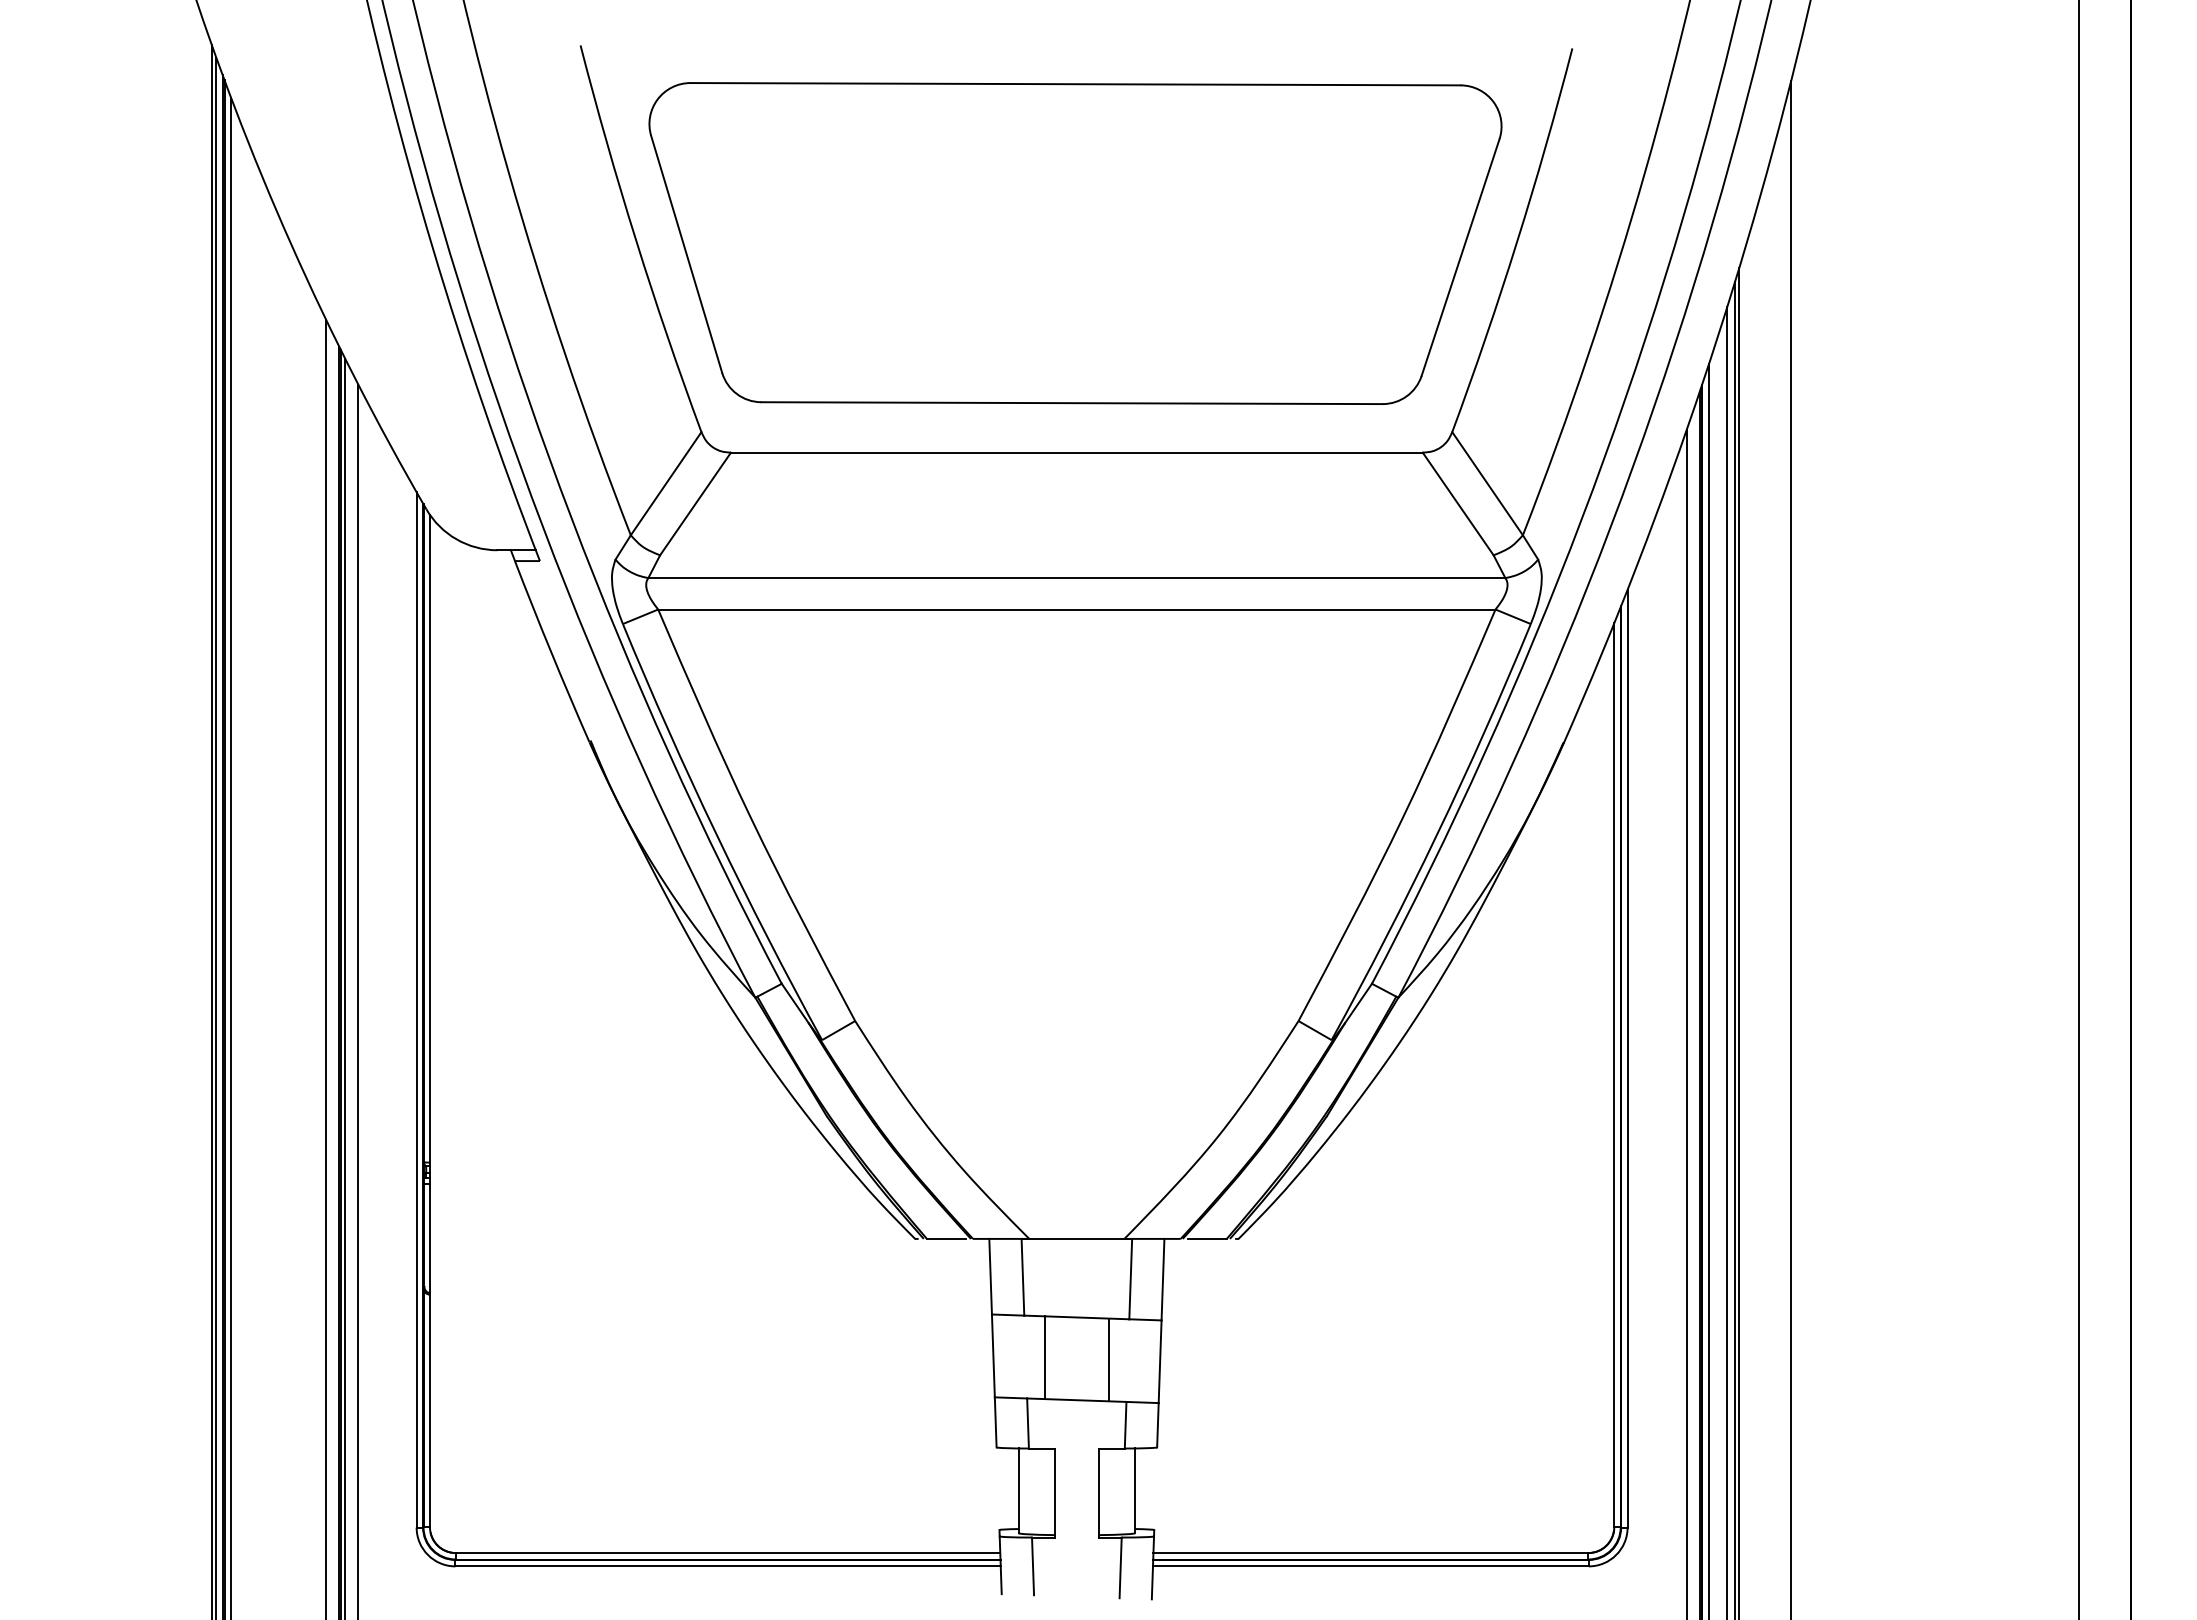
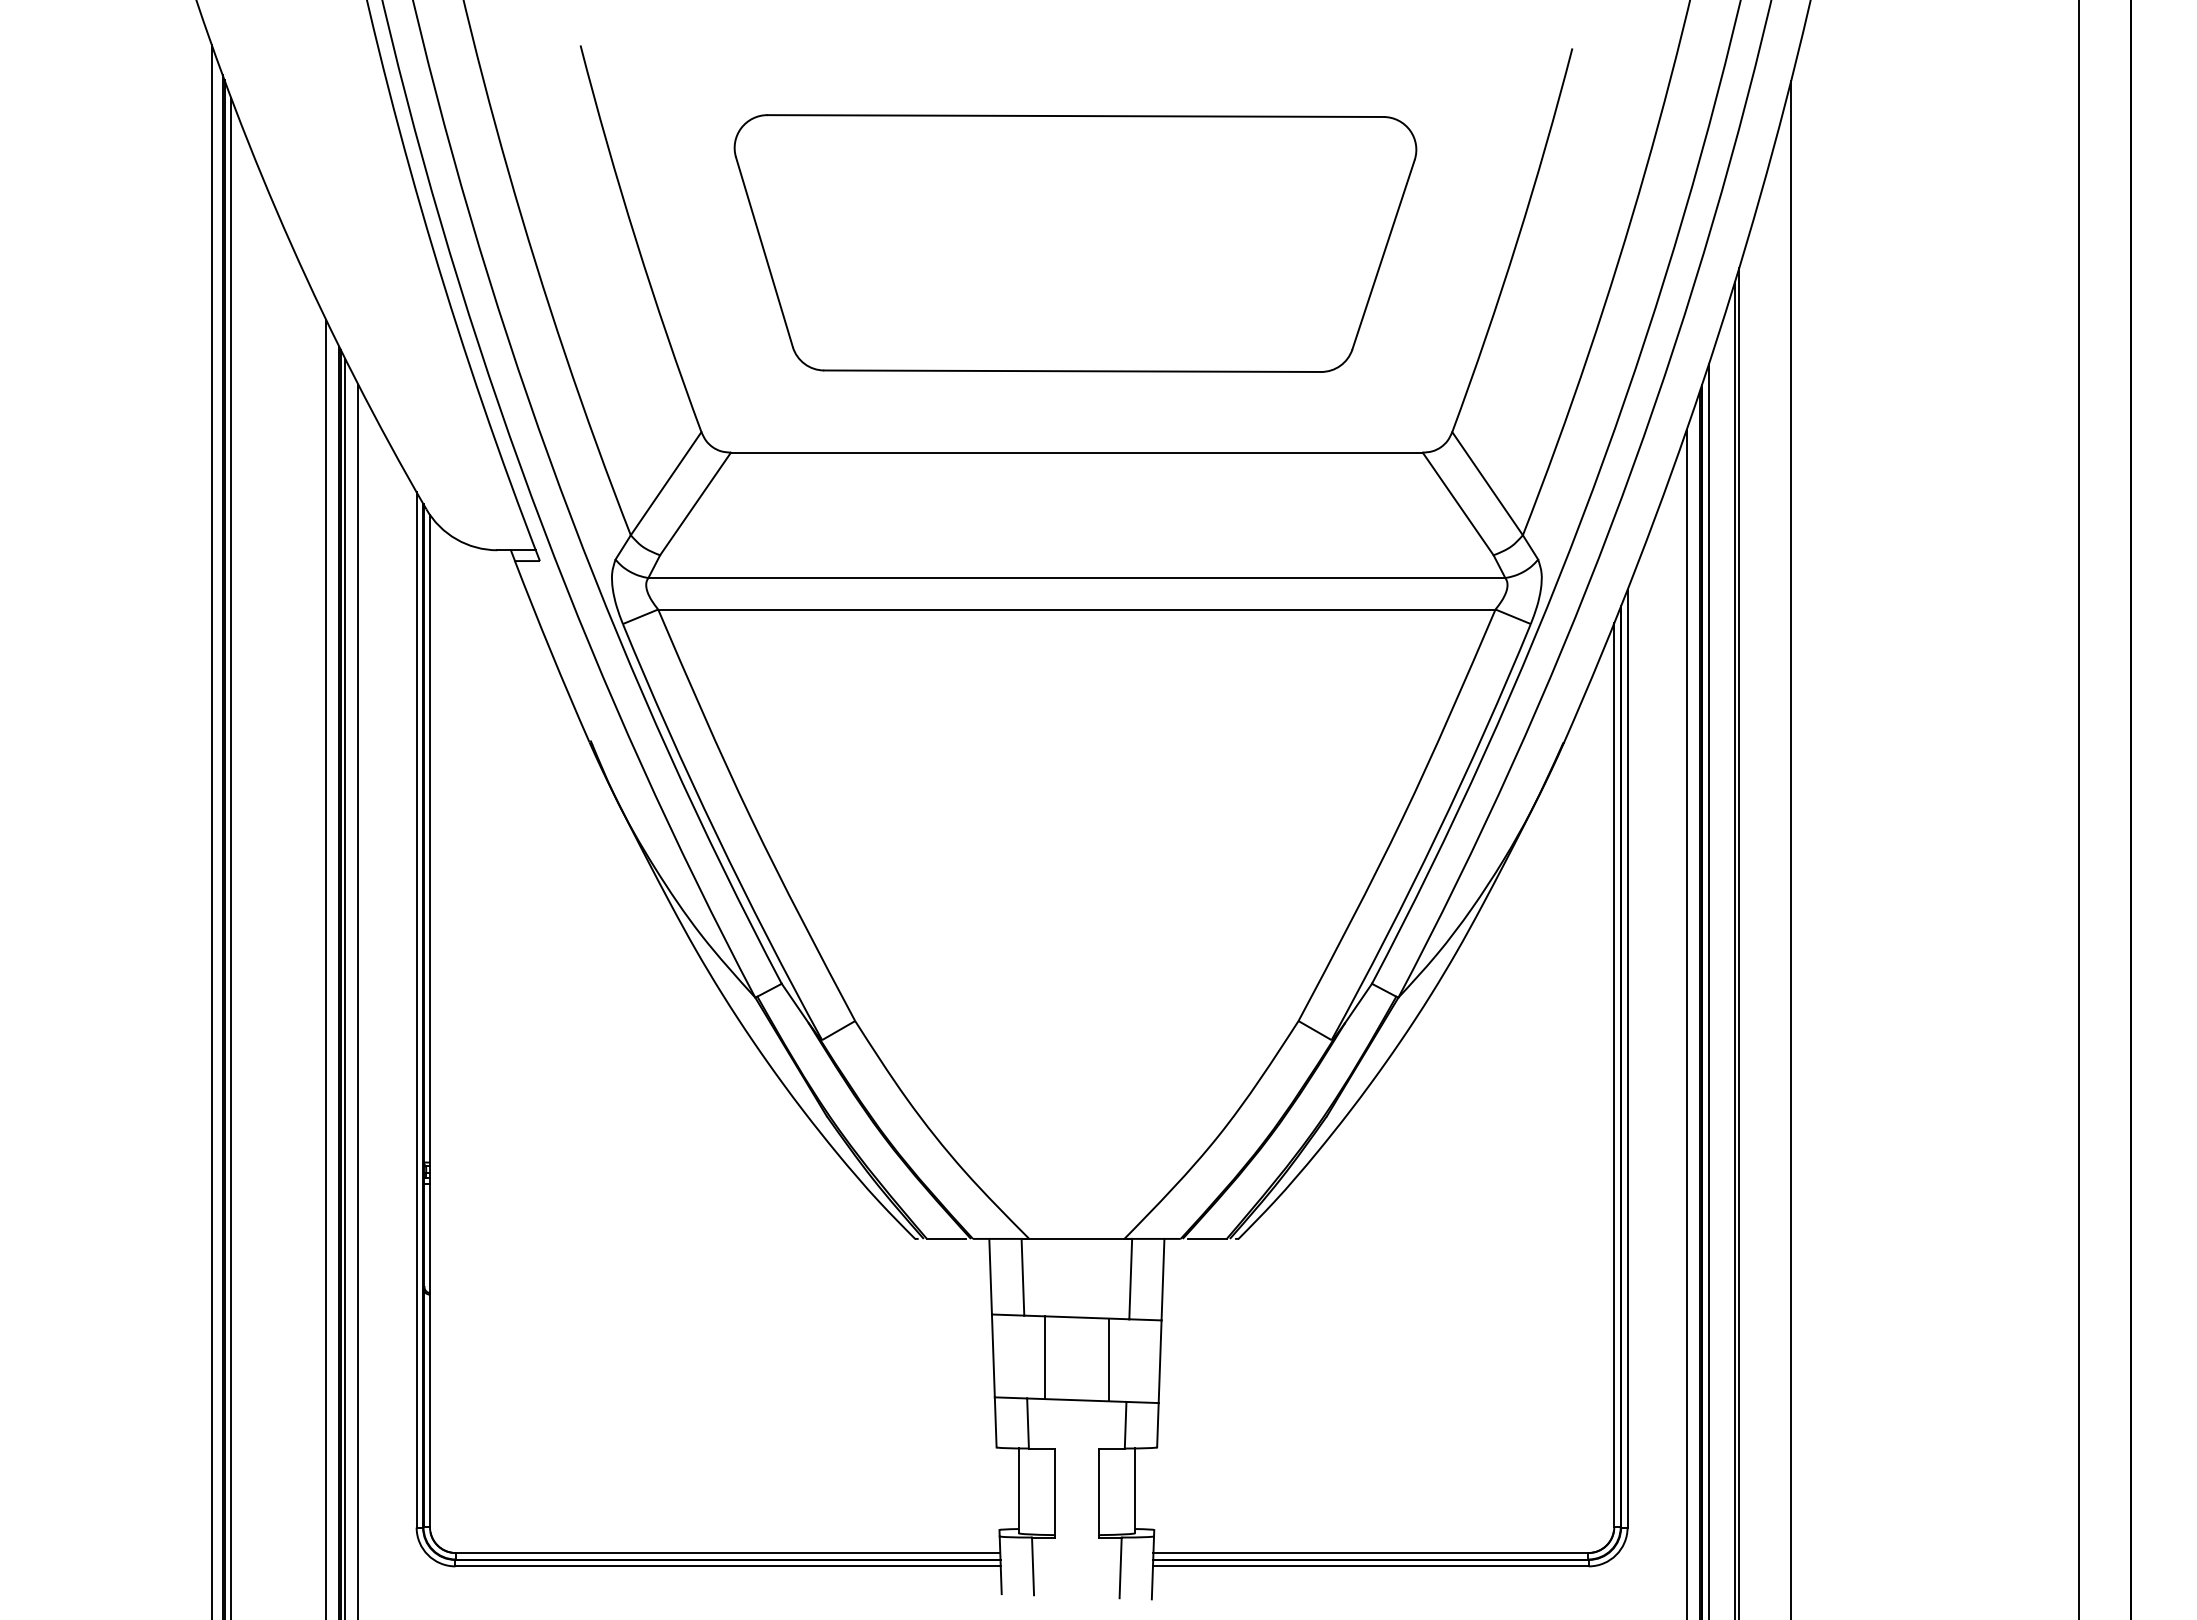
part at (1075, 243) size: 855x323 px -> 685x259 px
line at (216, 836): present -> none
line at (1727, 961): present -> none
